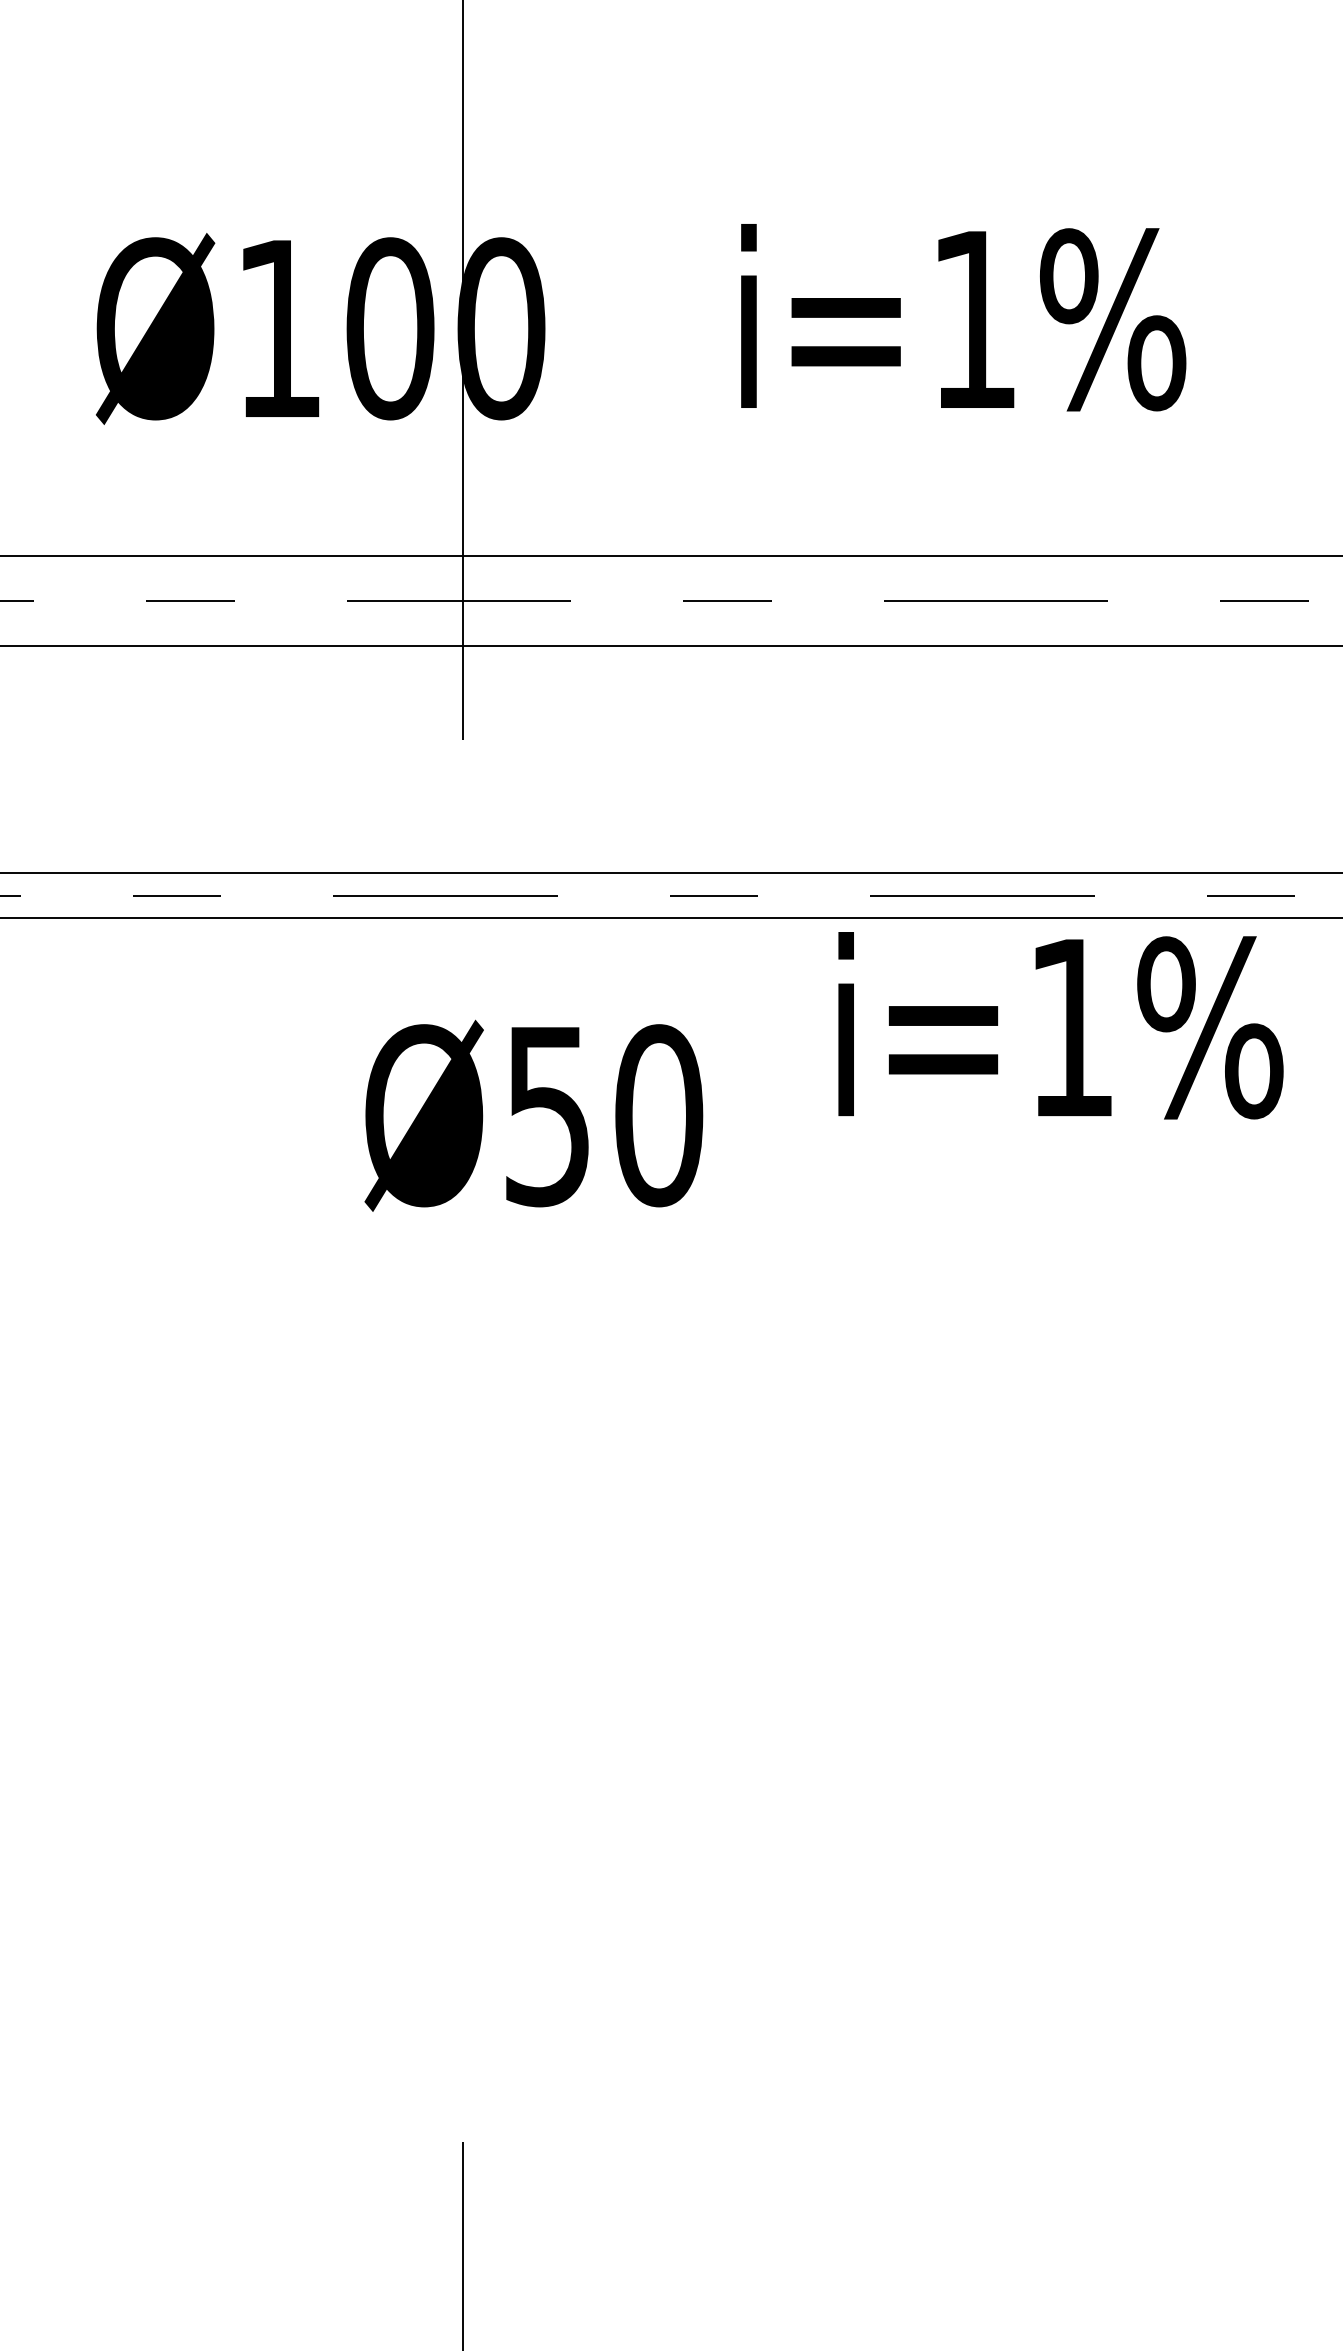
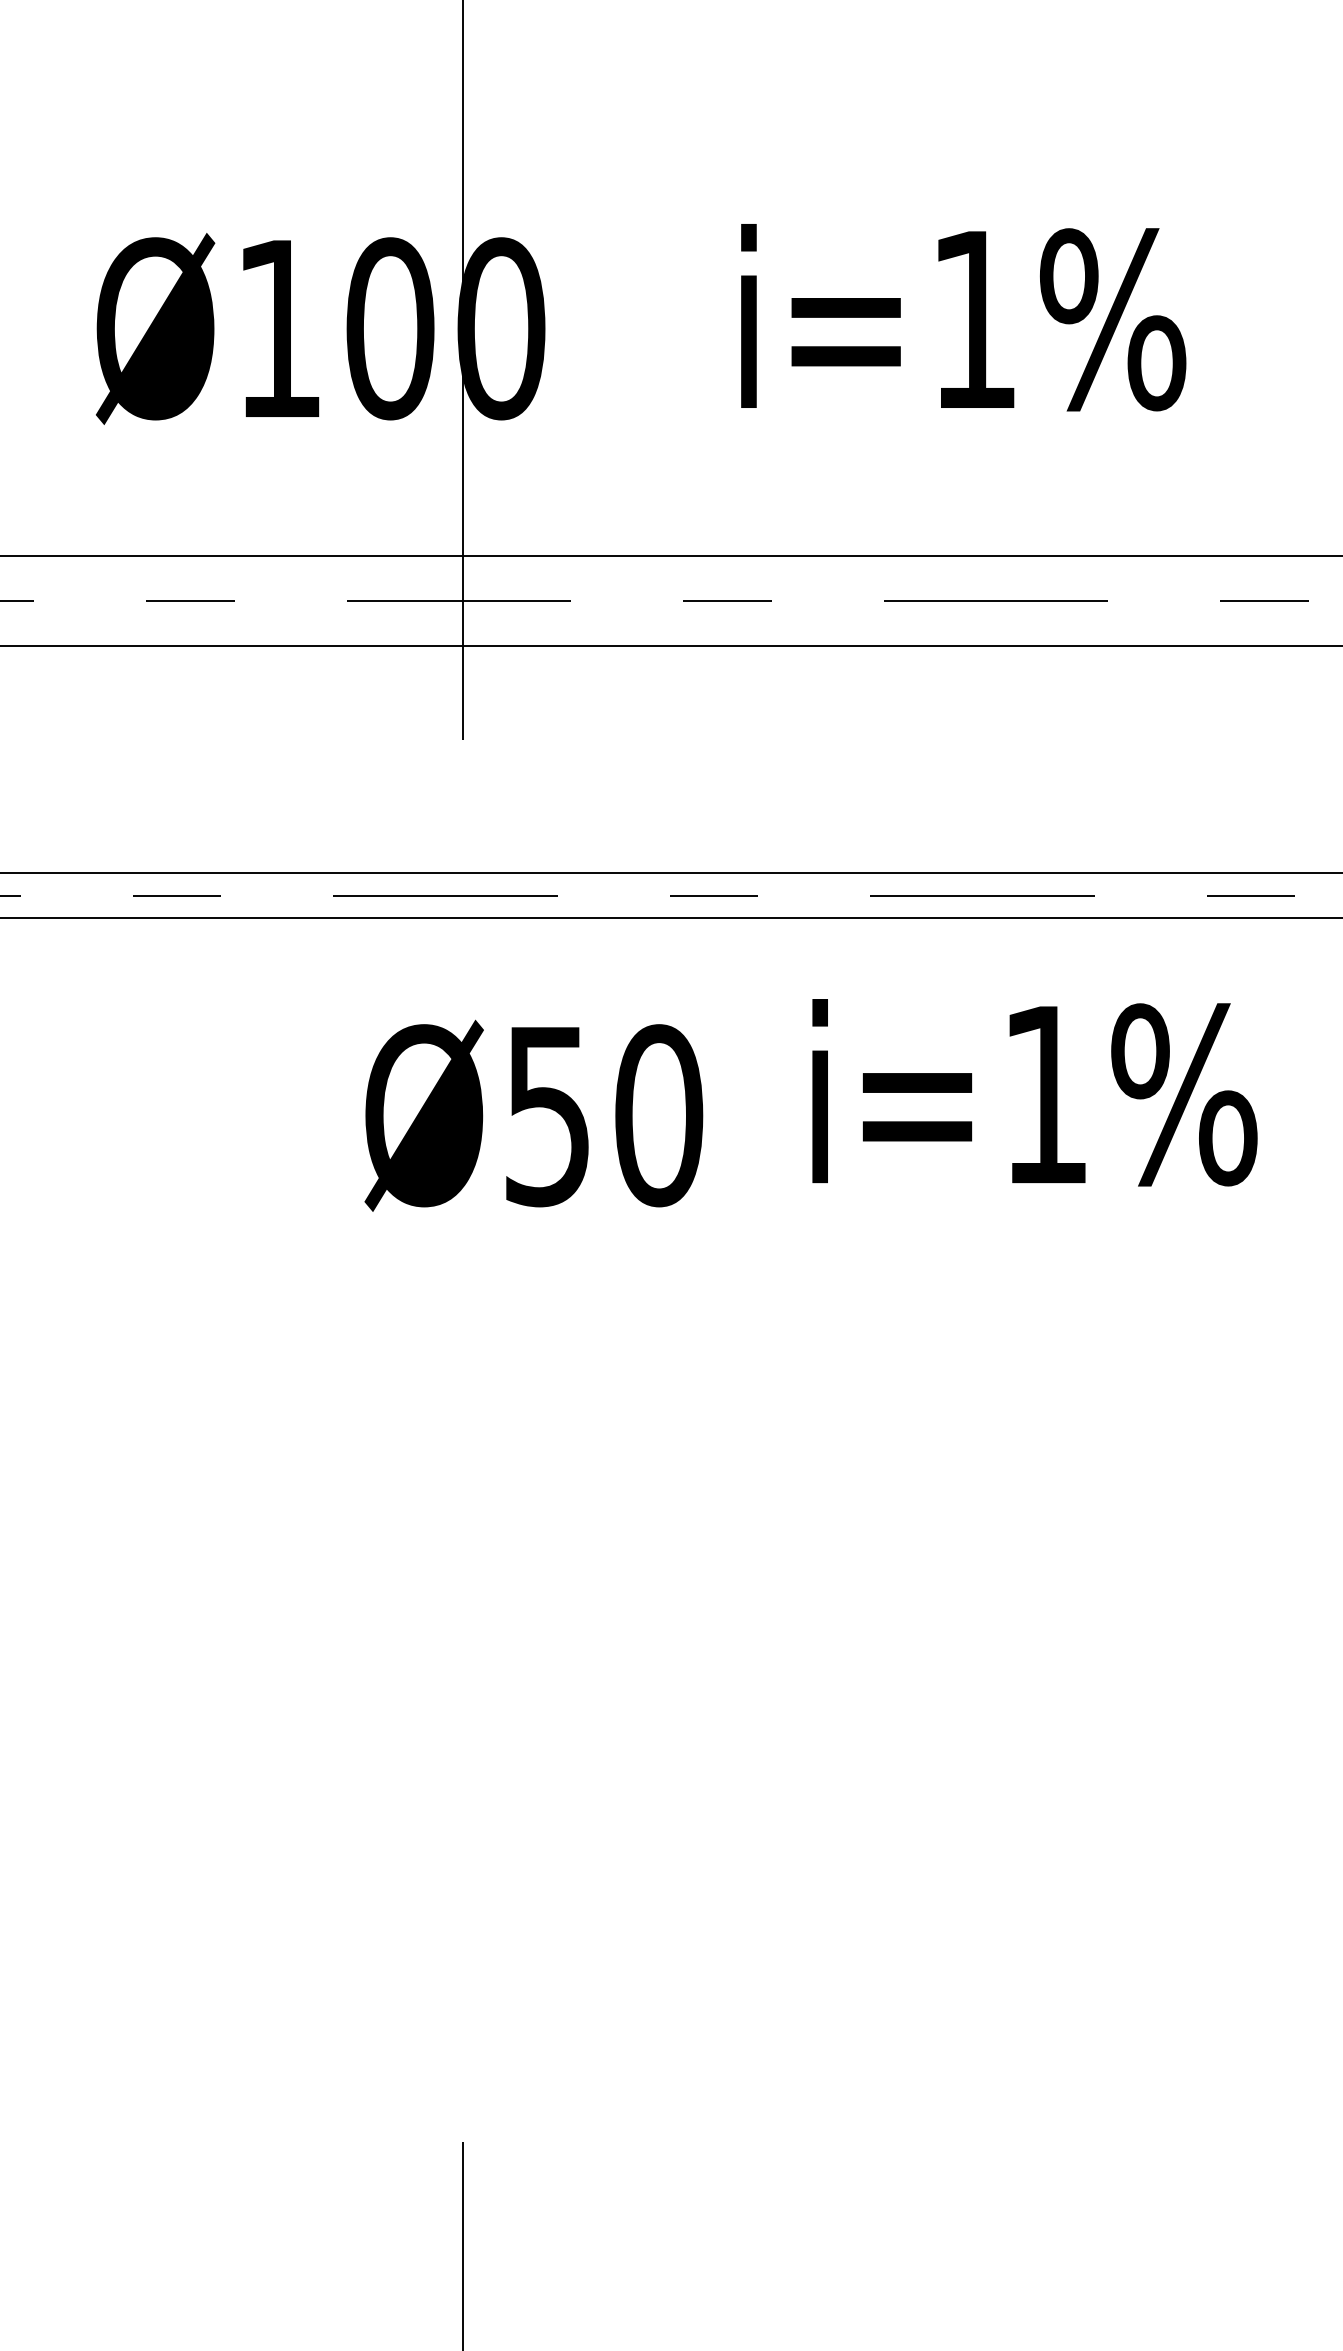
text at (1060, 1025) position: (1060, 1025) -> (1034, 1092)
